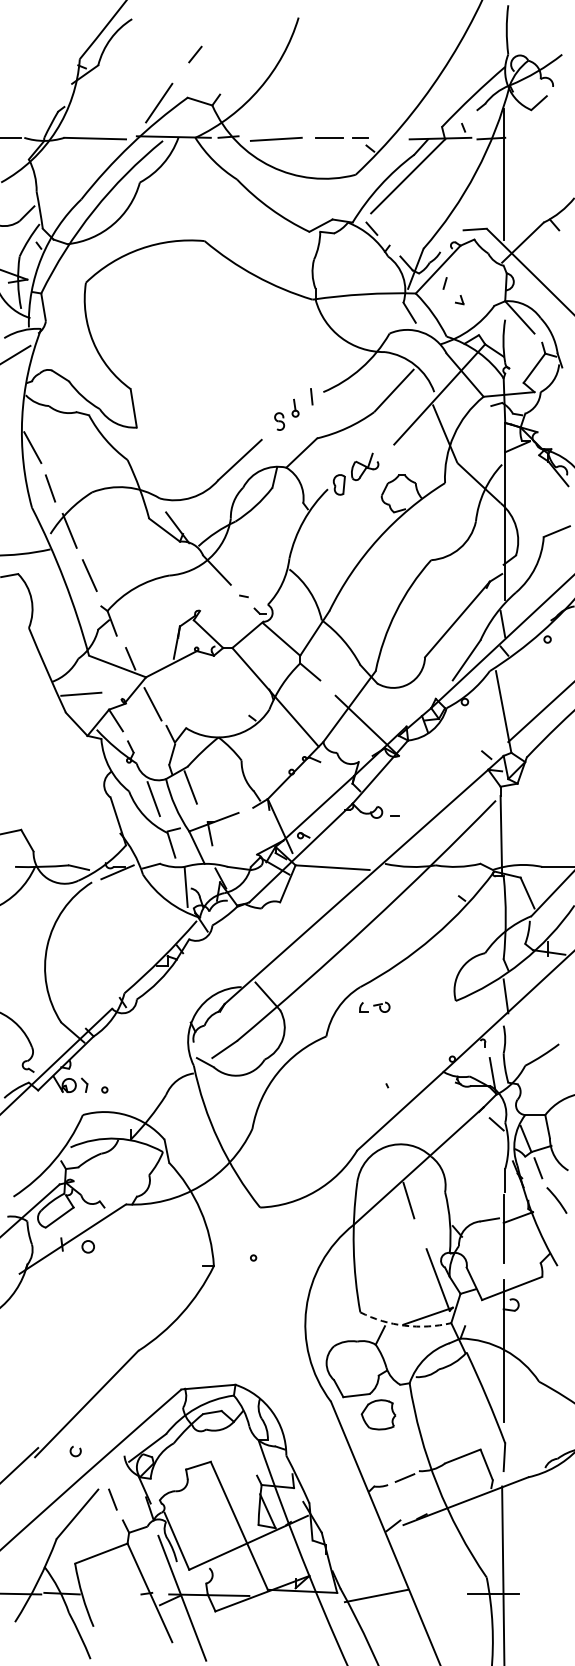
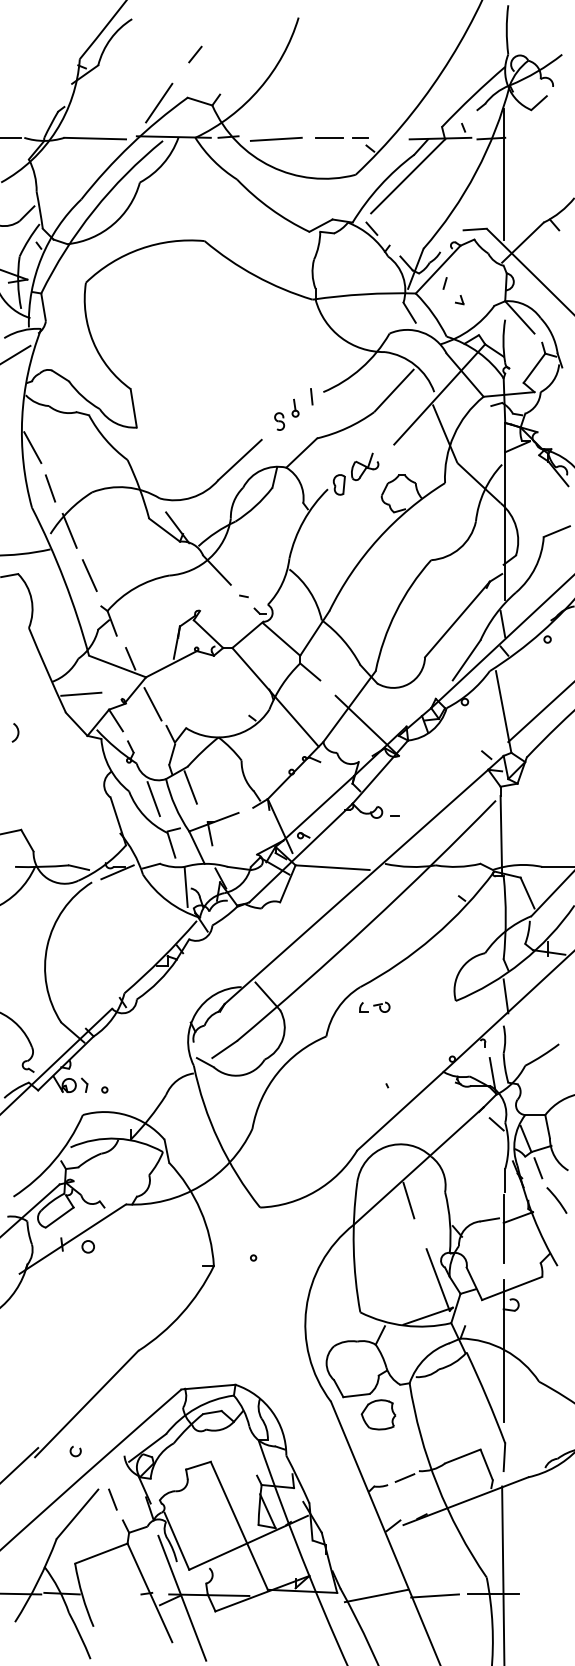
arc at (17, 732): none -> present
arc at (404, 1325): dashed -> solid
line at (434, 1595): none -> present
